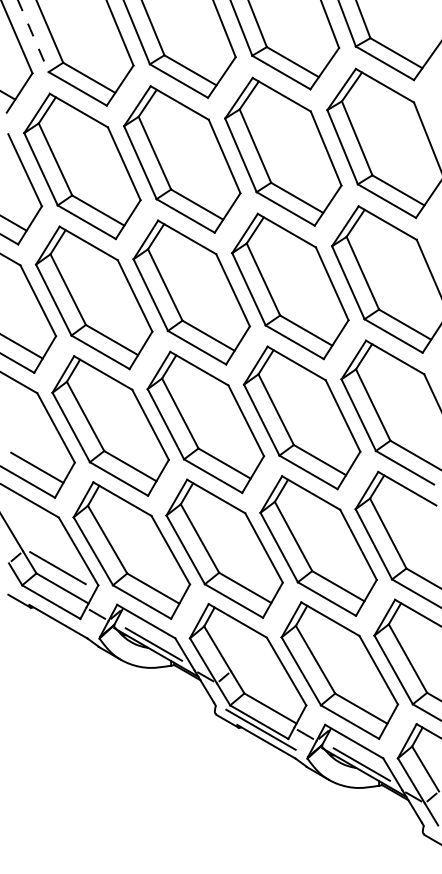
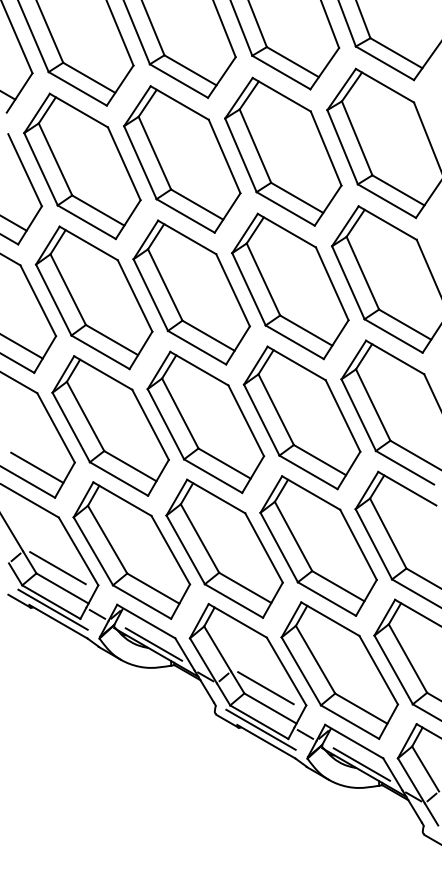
line at (33, 36): dashed -> solid
line at (52, 609): none -> present
line at (265, 687): none -> present
